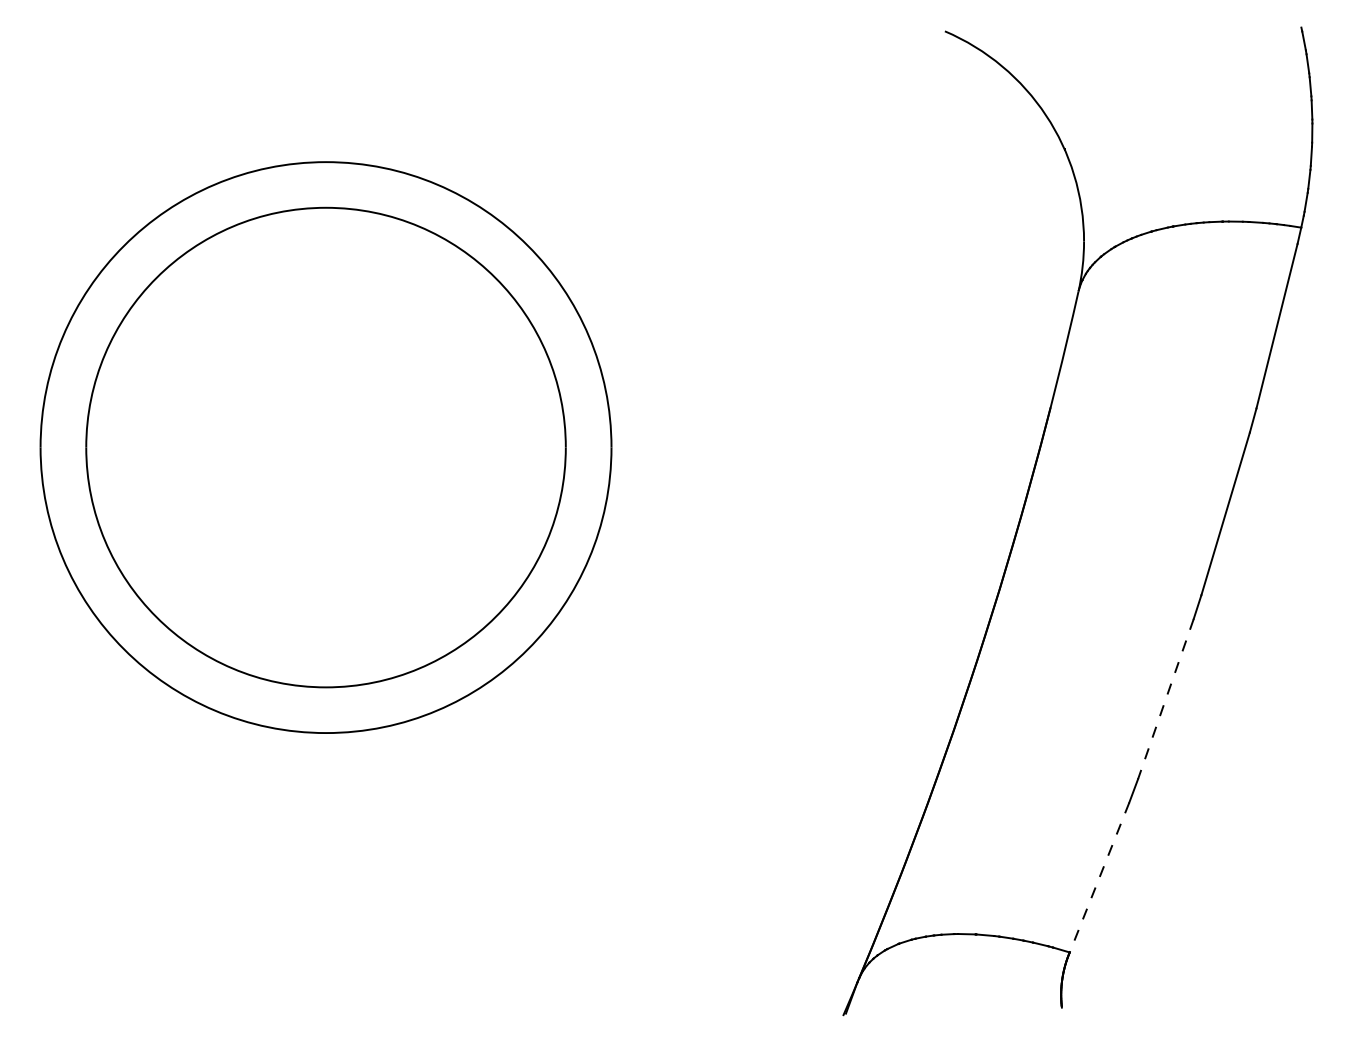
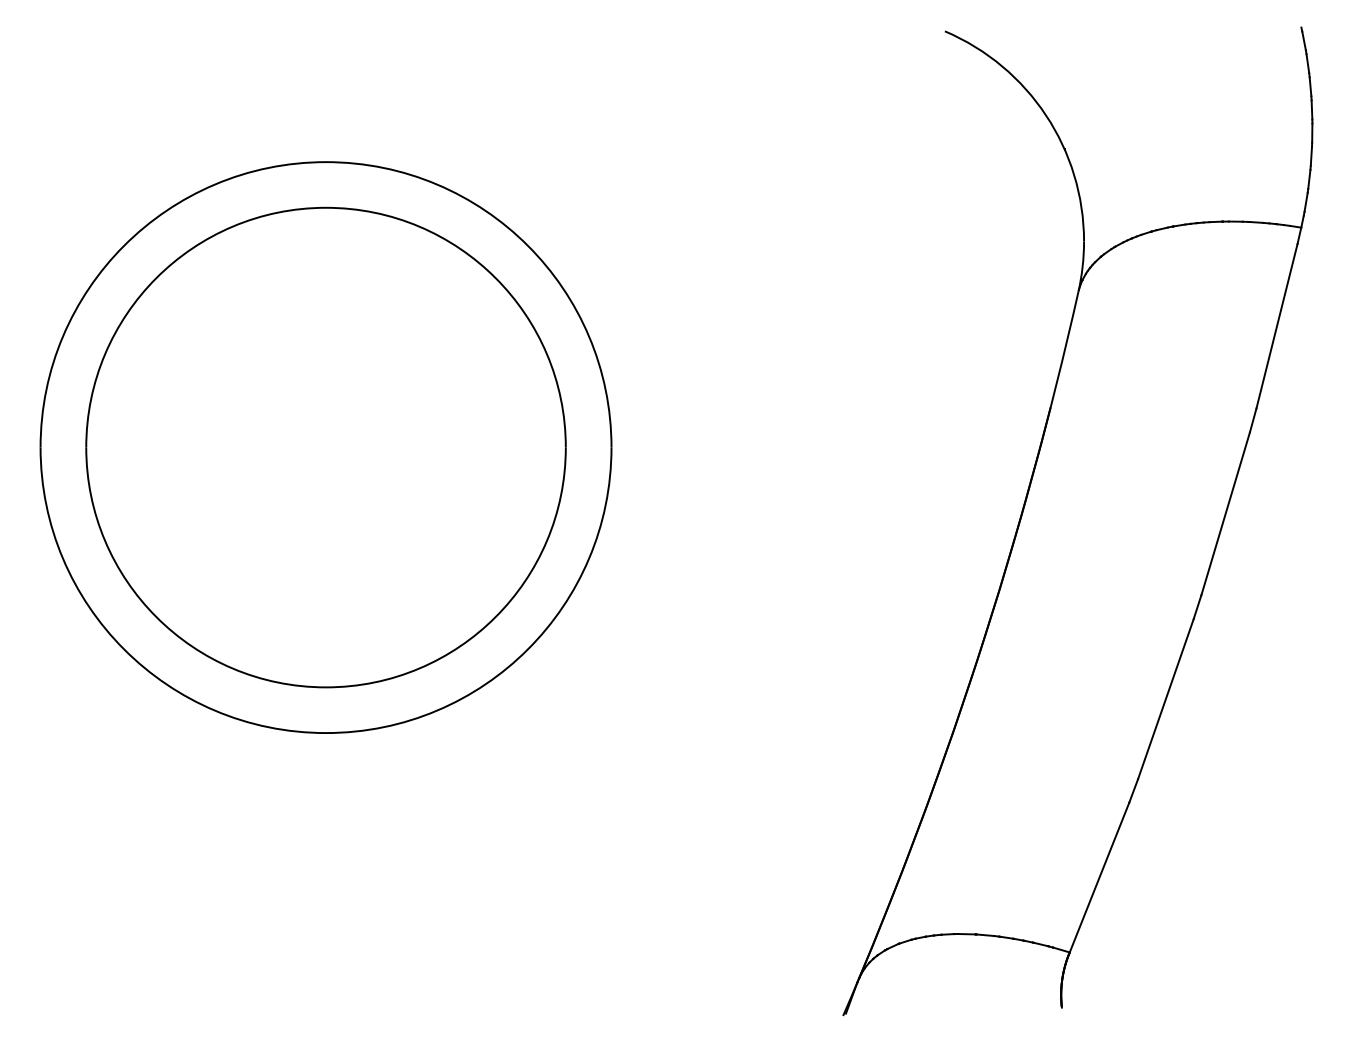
line at (1165, 699): dashed -> solid
line at (1099, 877): dashed -> solid
